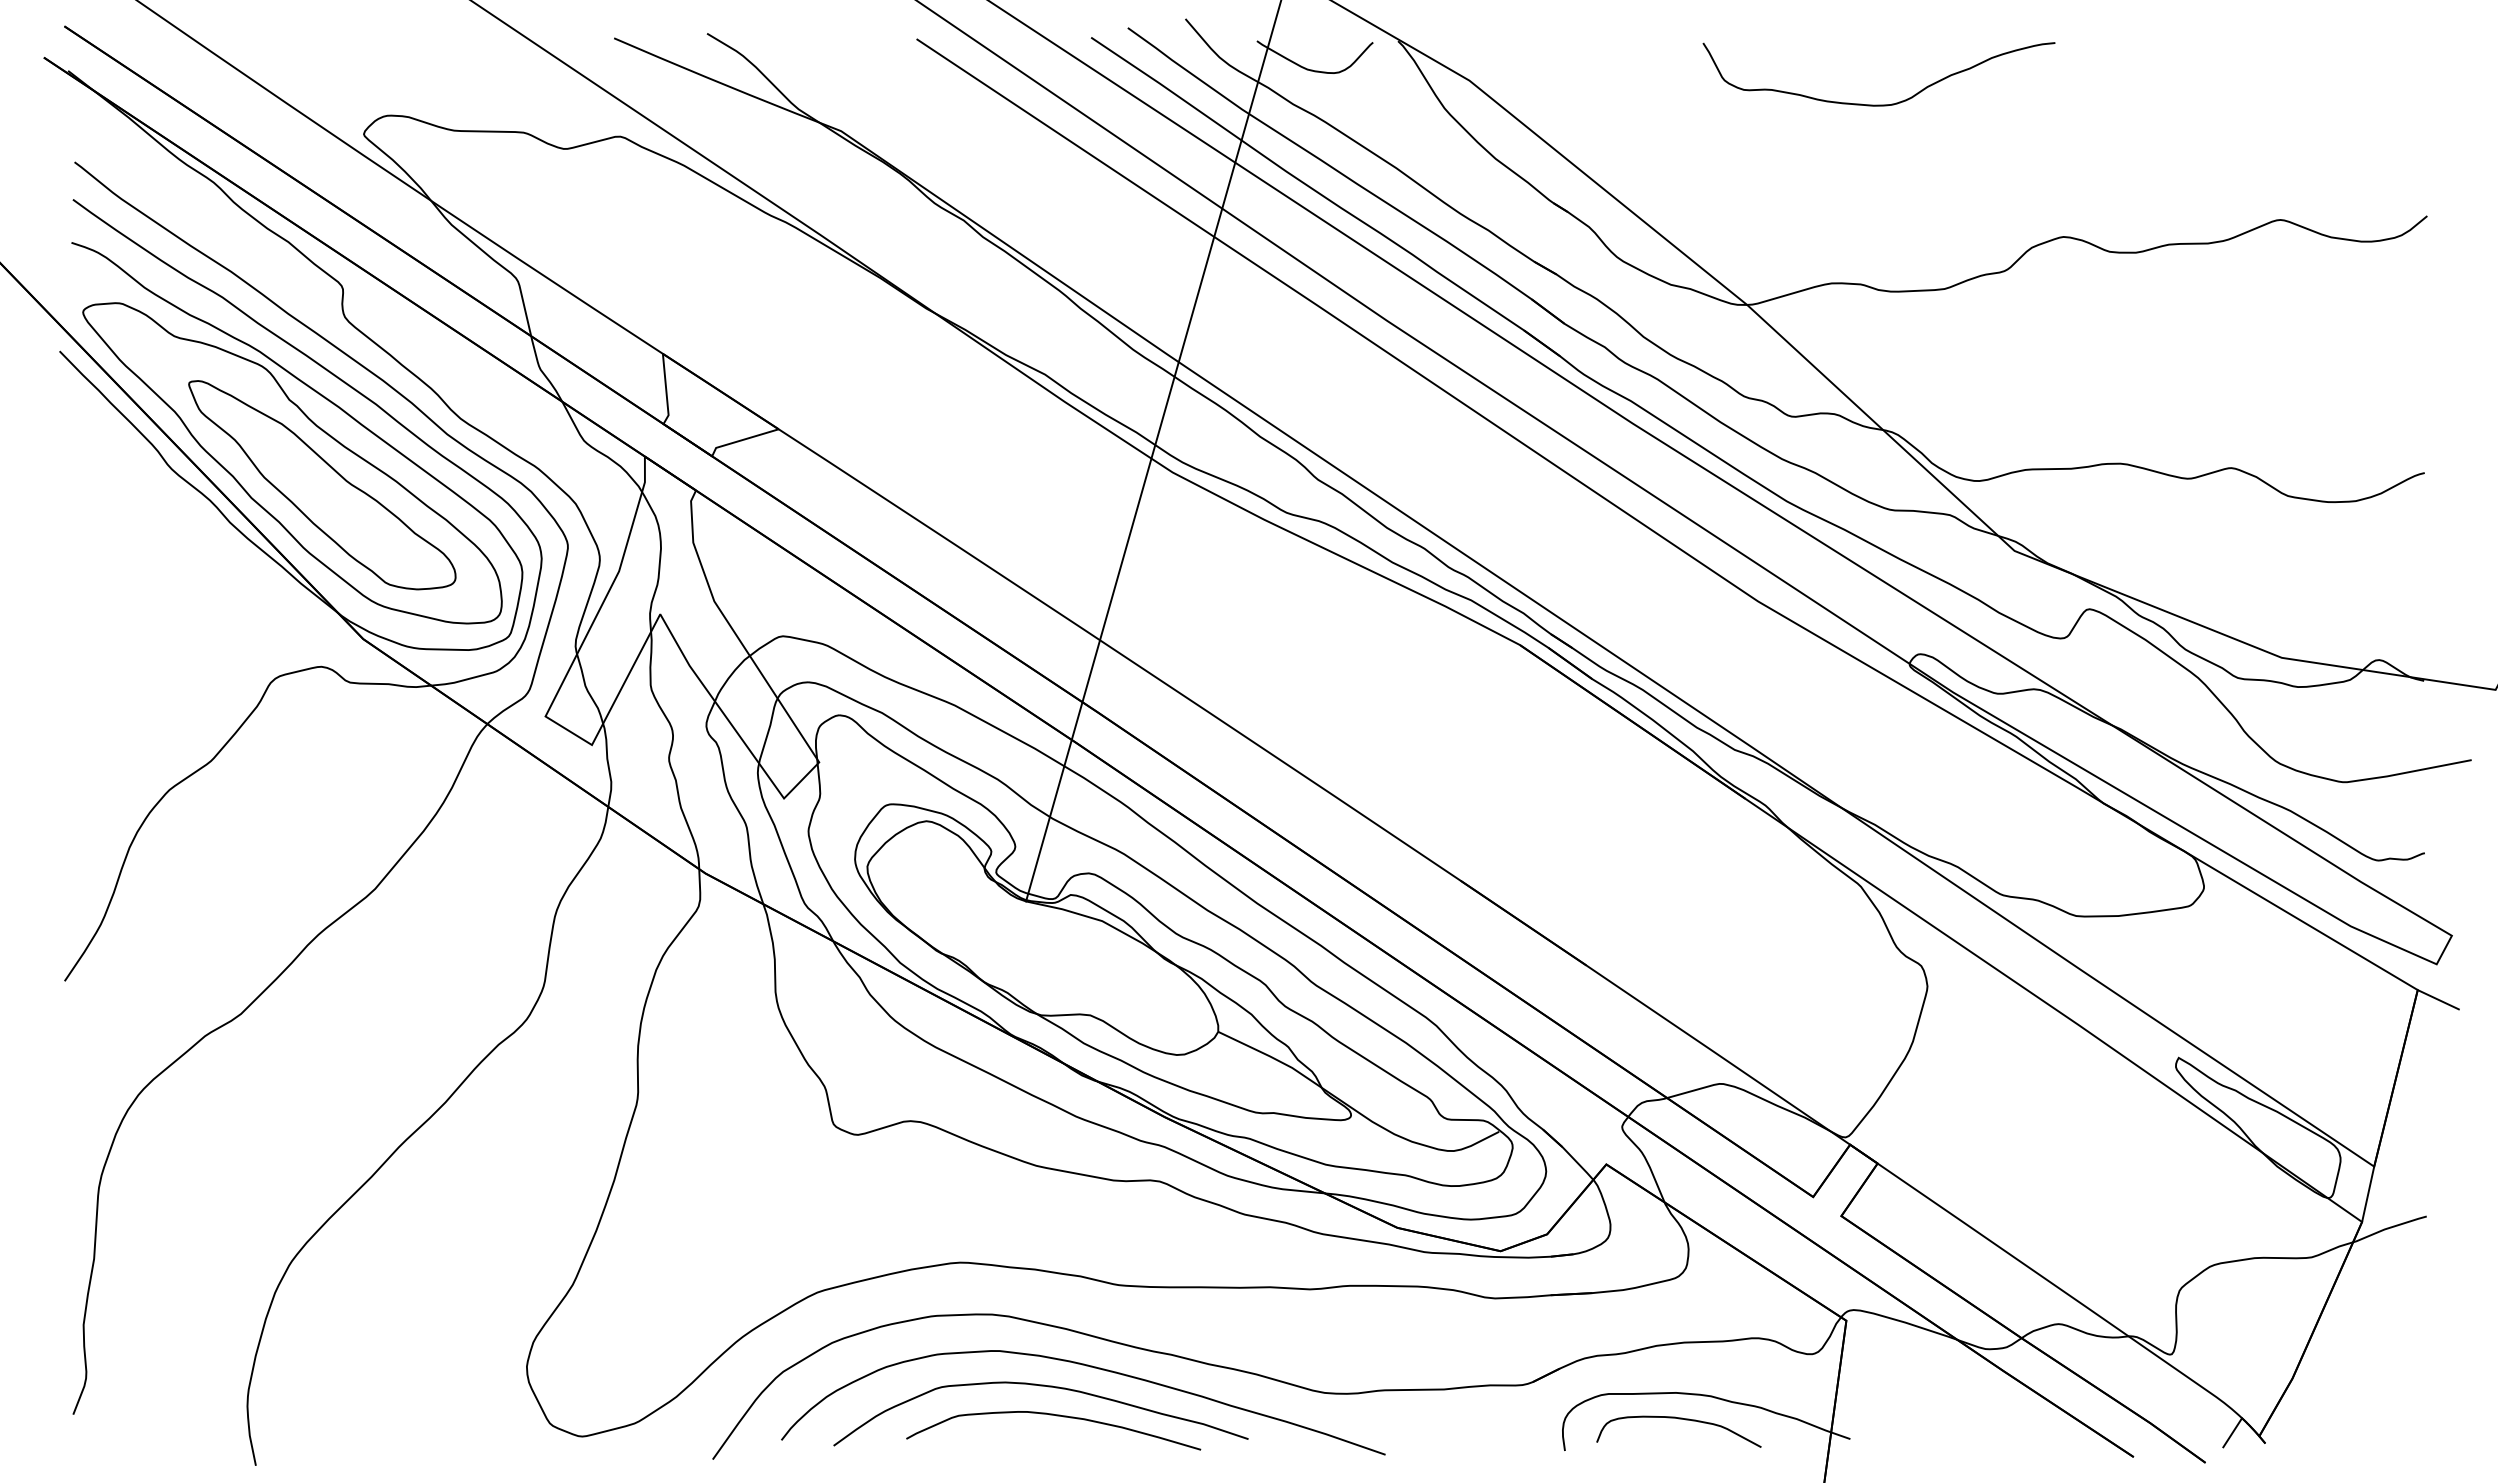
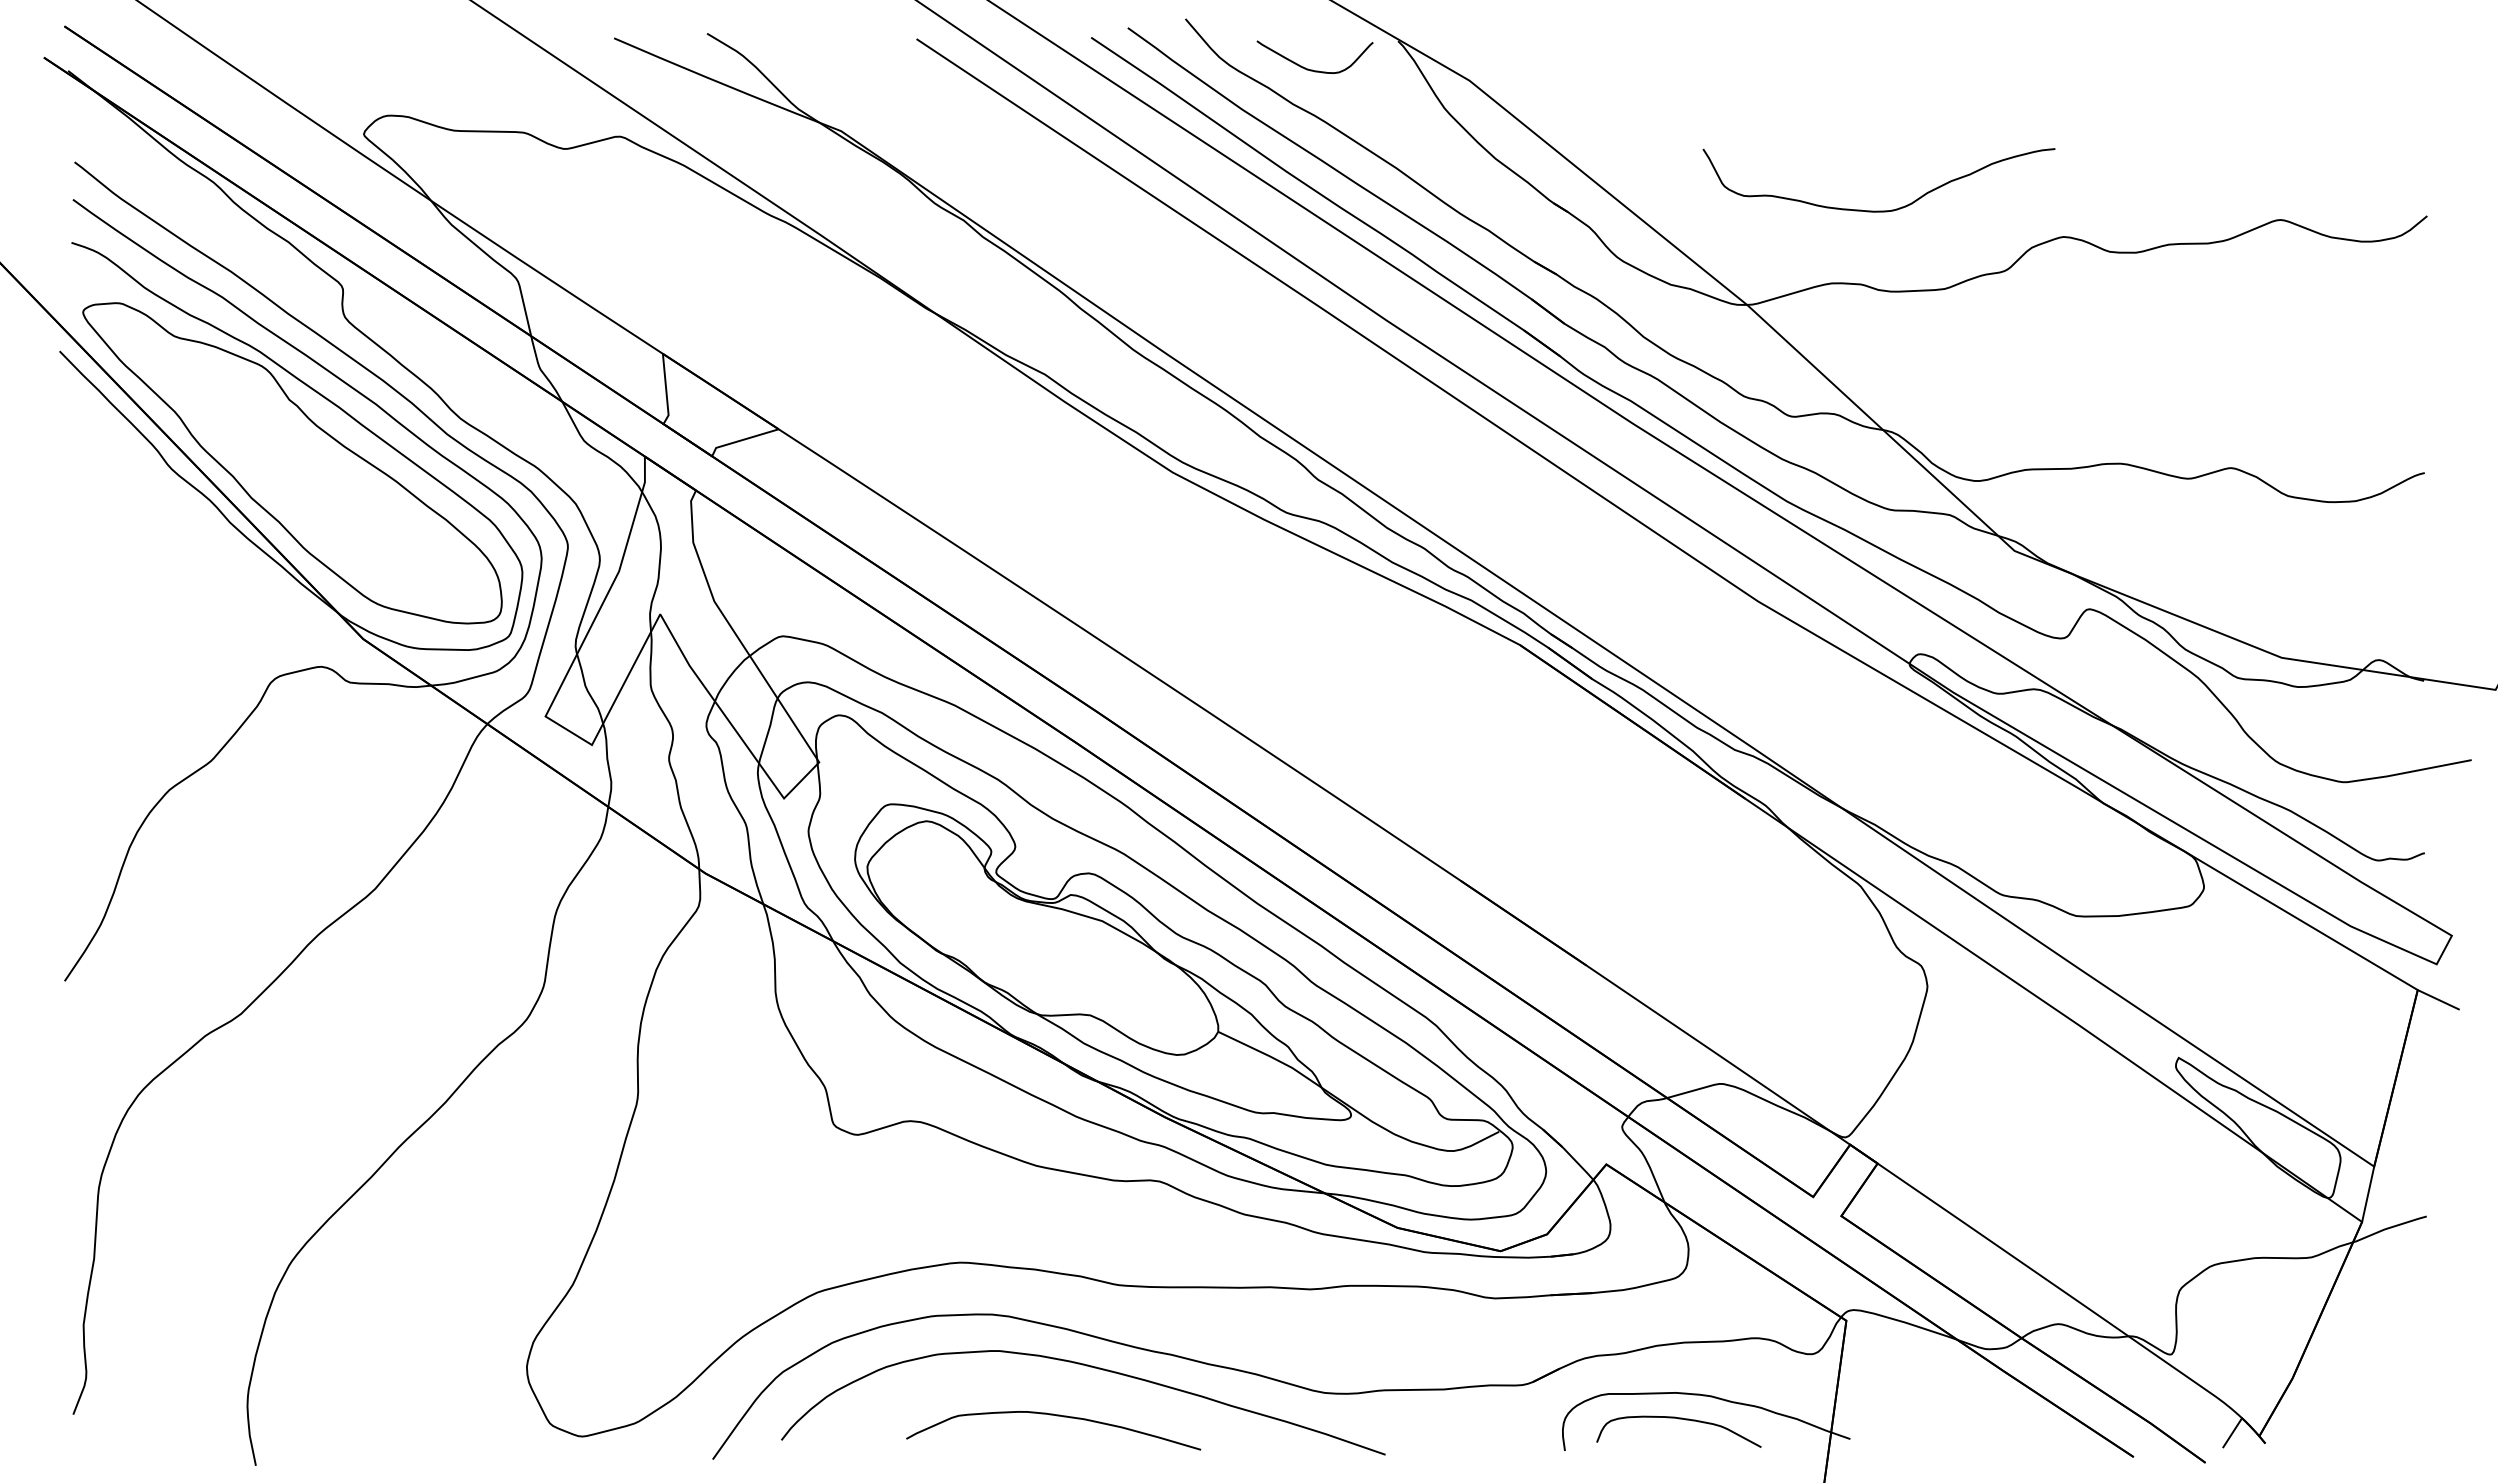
curve at (1878, 104) position: (1878, 104) -> (1878, 210)
line at (1153, 451): present -> none
part at (322, 485): present -> none
curve at (1040, 1386): present -> none
